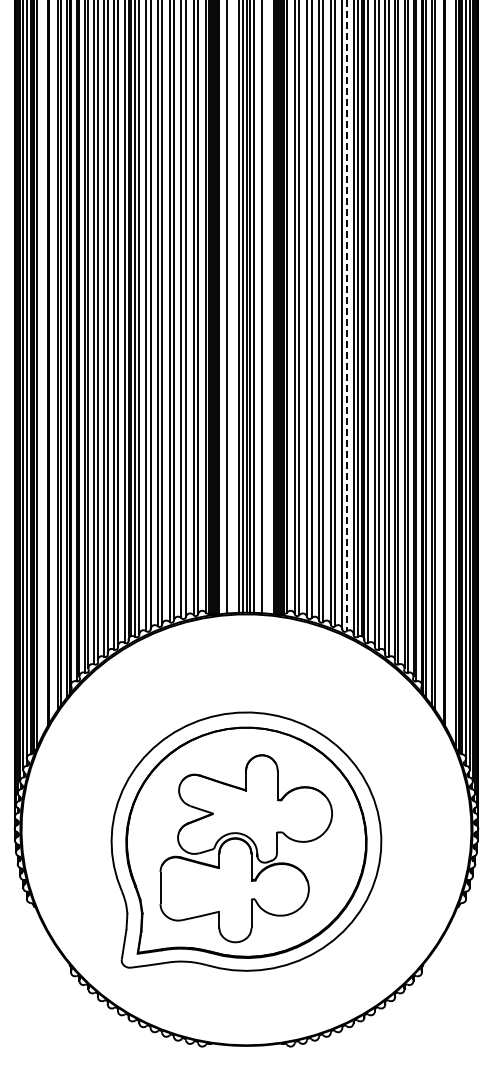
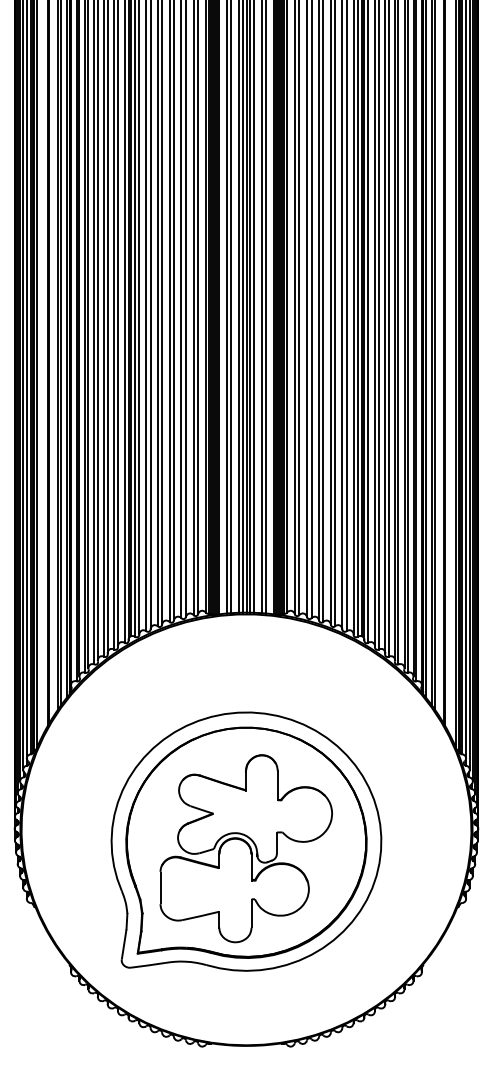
line at (230, 307): none -> present
line at (266, 307): none -> present
line at (346, 316): dashed -> solid
